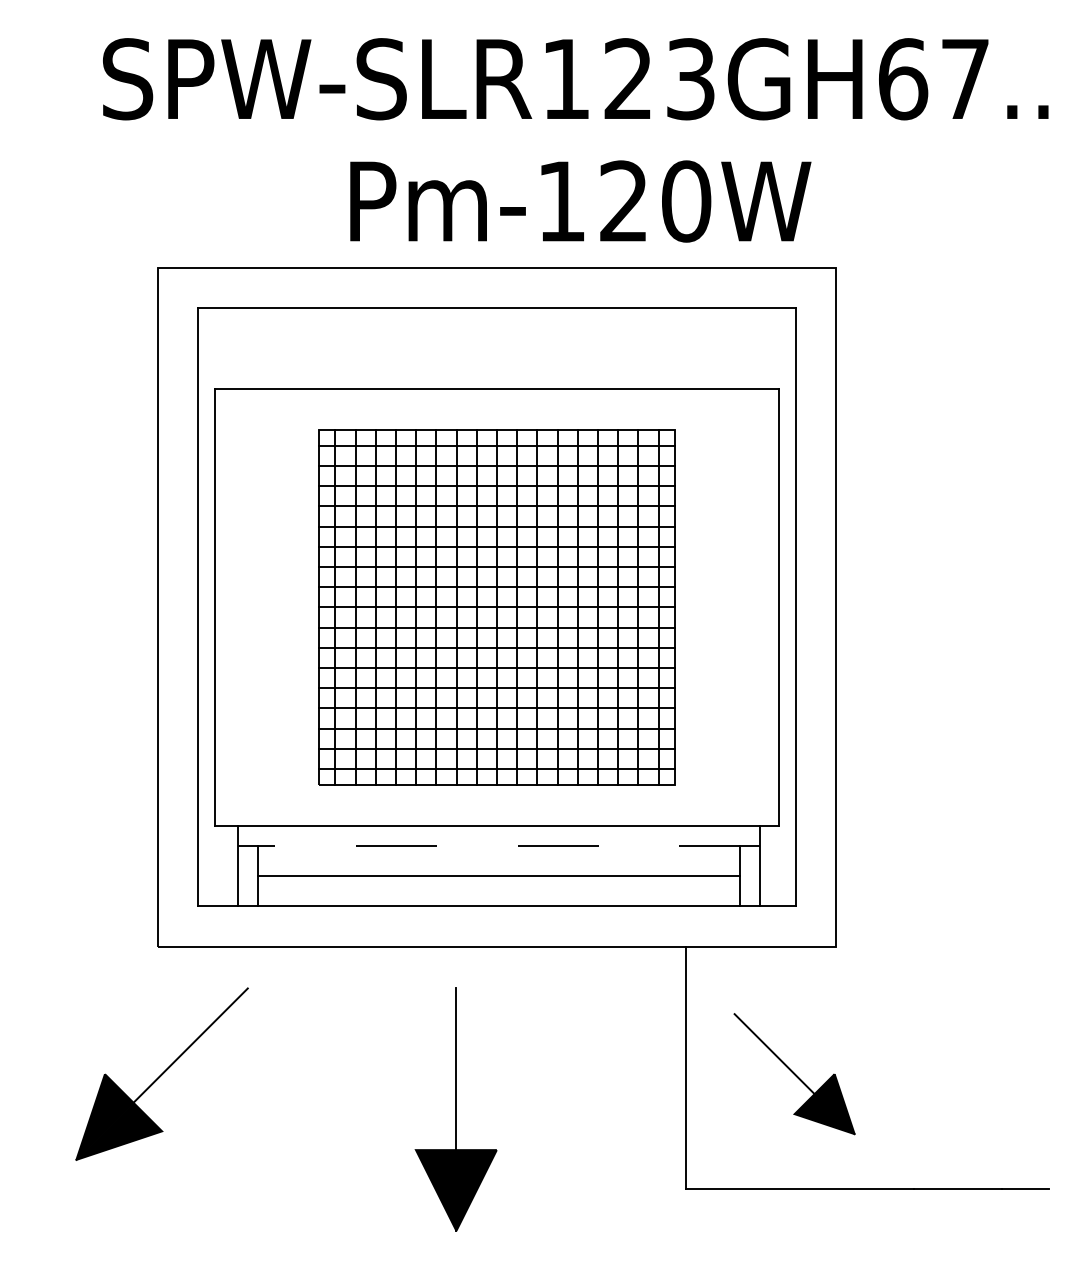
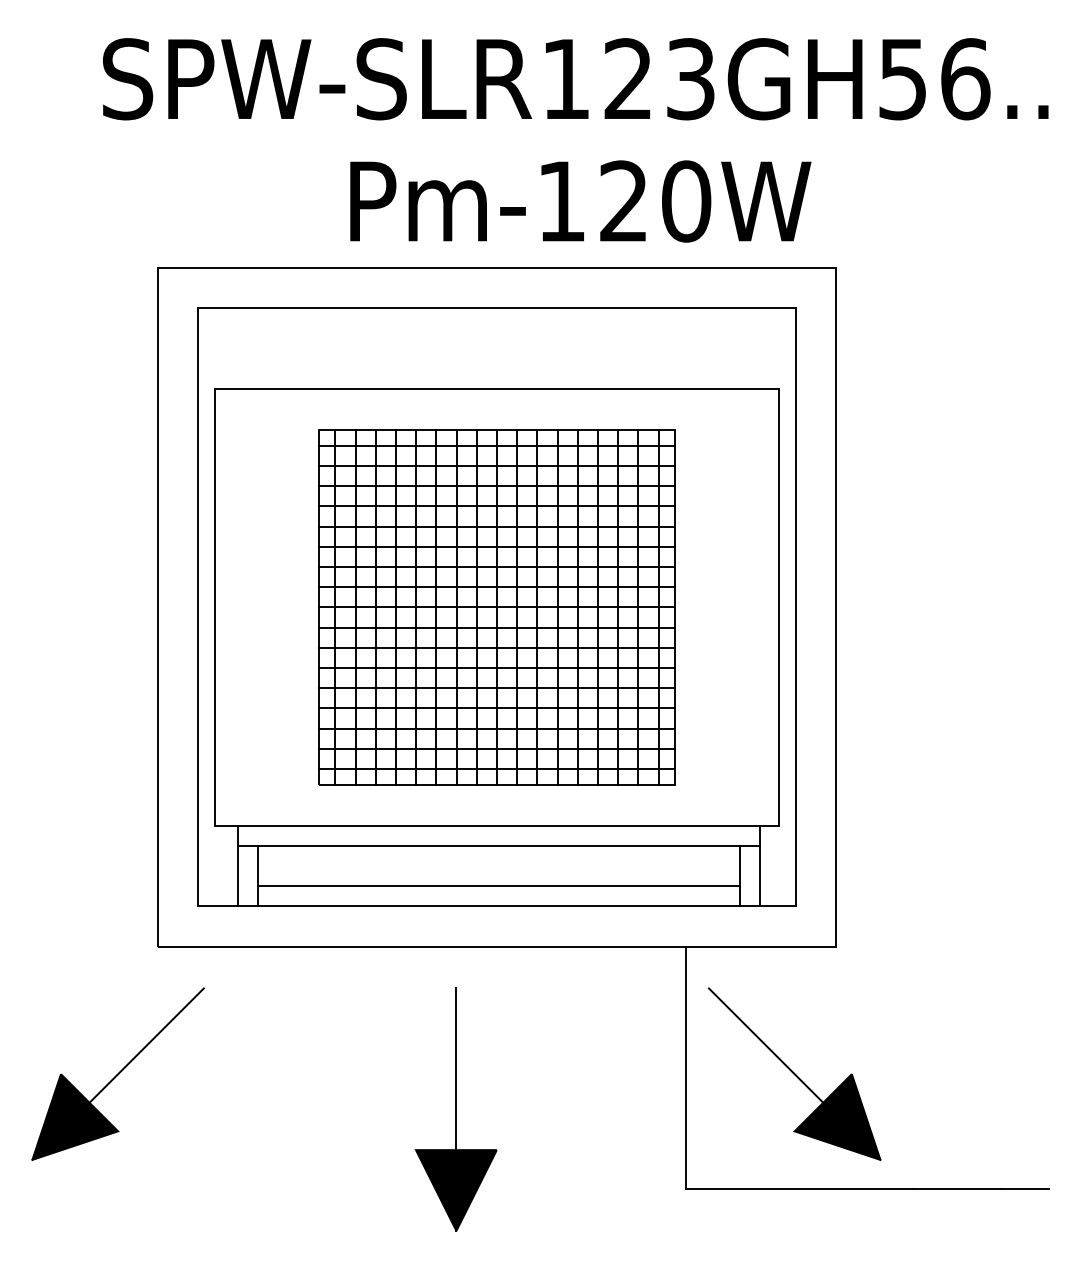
text at (934, 79): SPW-SLR123GH67.. -> SPW-SLR123GH56..
line at (498, 845): dashed -> solid
line at (498, 876) position: (498, 876) -> (498, 886)
part at (161, 1073) position: (161, 1073) -> (117, 1073)
part at (794, 1074) size: 123x123 px -> 175x174 px
